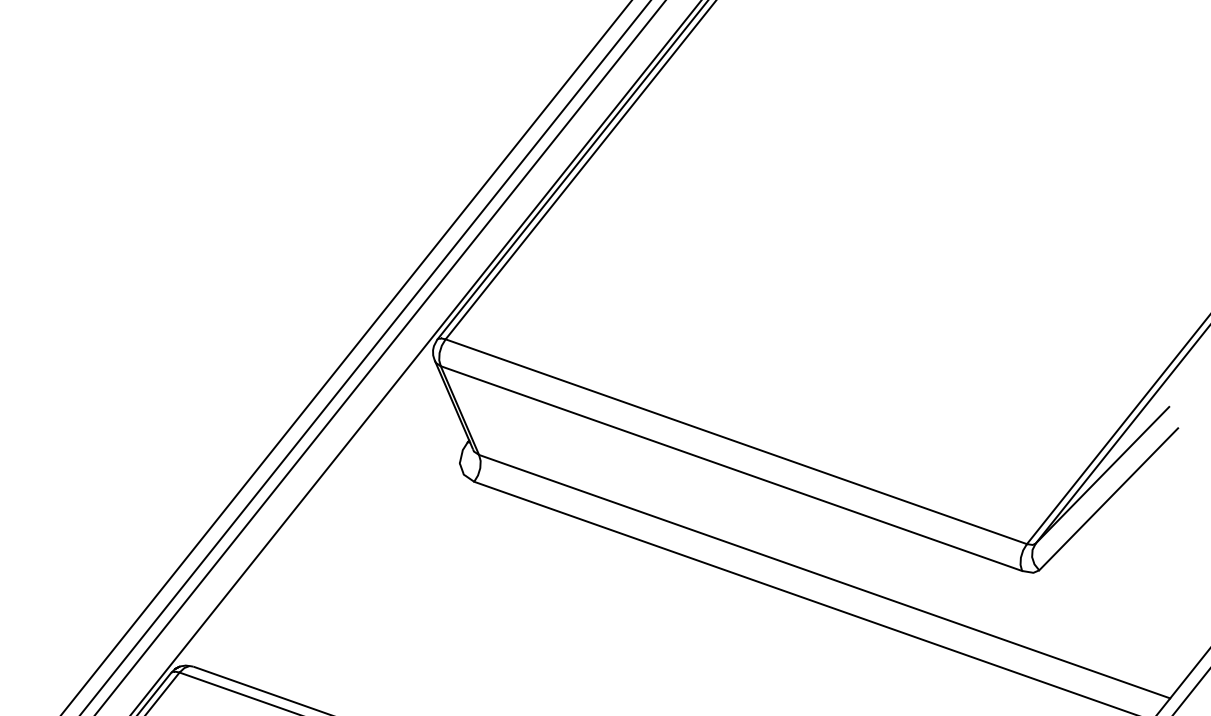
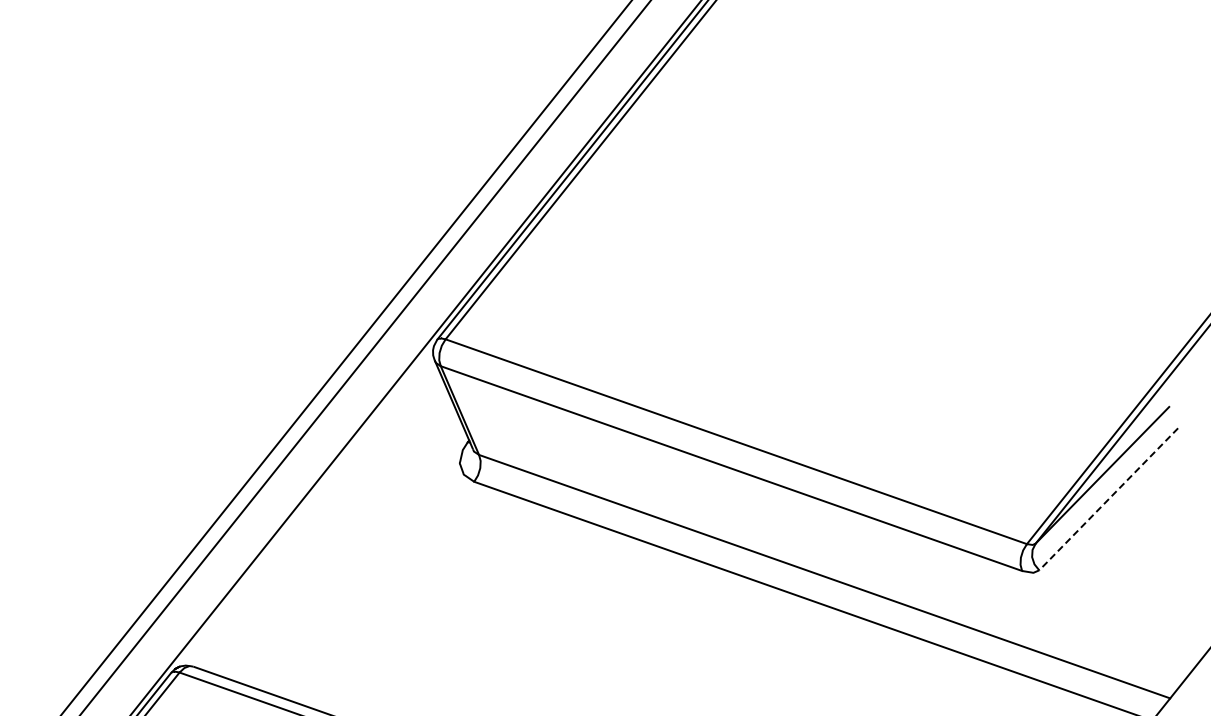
line at (380, 357): present -> none
line at (1108, 499): solid -> dashed
line at (1191, 691): present -> none
